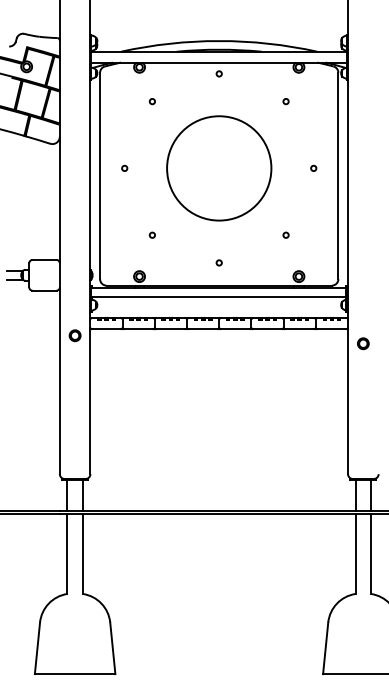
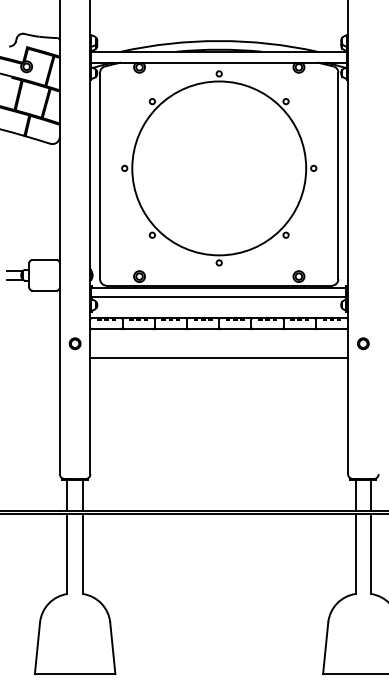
circle at (219, 168) diameter: 104 px -> 174 px
part at (74, 335) position: (74, 335) -> (74, 343)
line at (219, 358): none -> present
